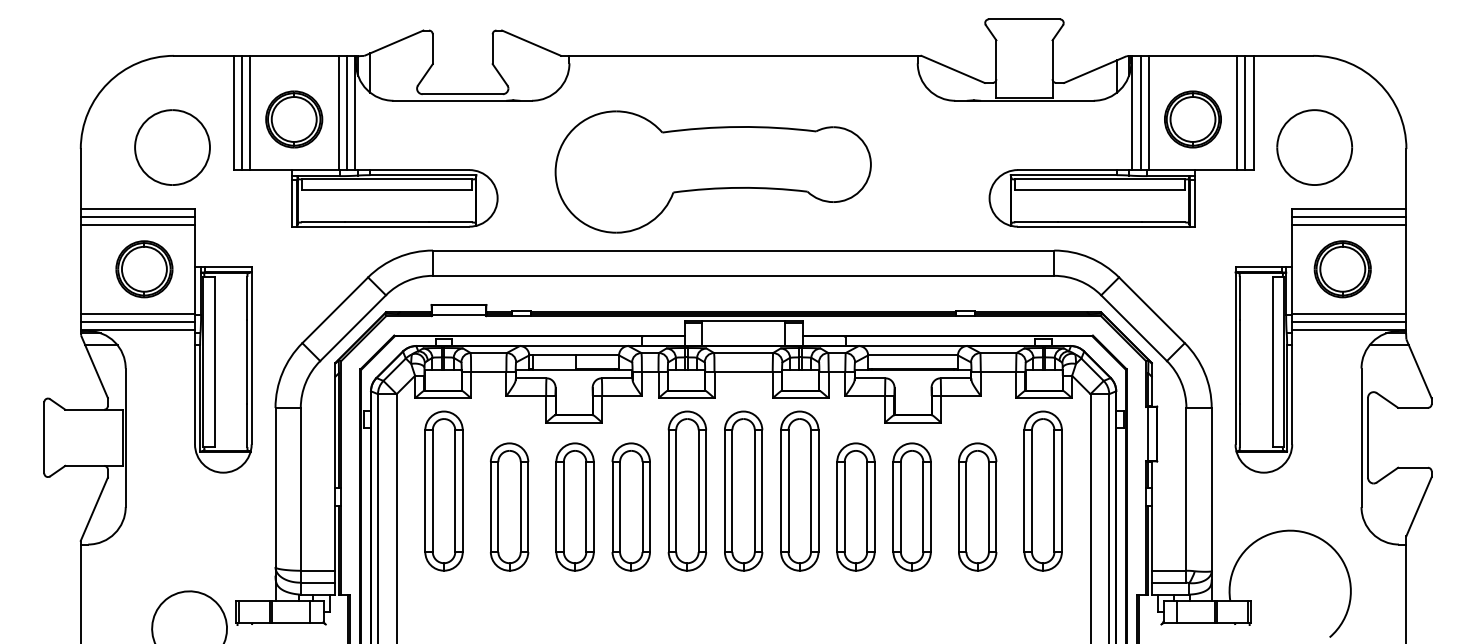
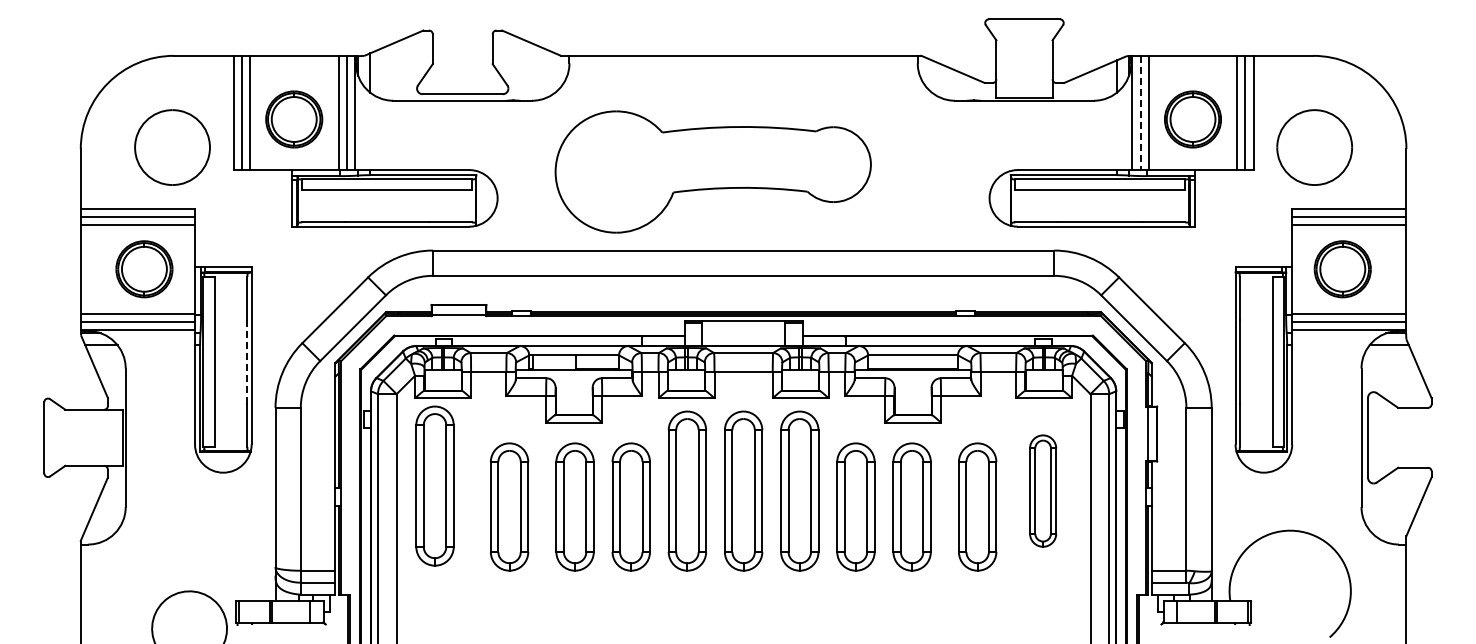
line at (1140, 113): solid -> dashed
line at (247, 361): solid -> dashed
part at (443, 490) position: (443, 490) -> (434, 485)
part at (1042, 490) size: 40x162 px -> 29x114 px
